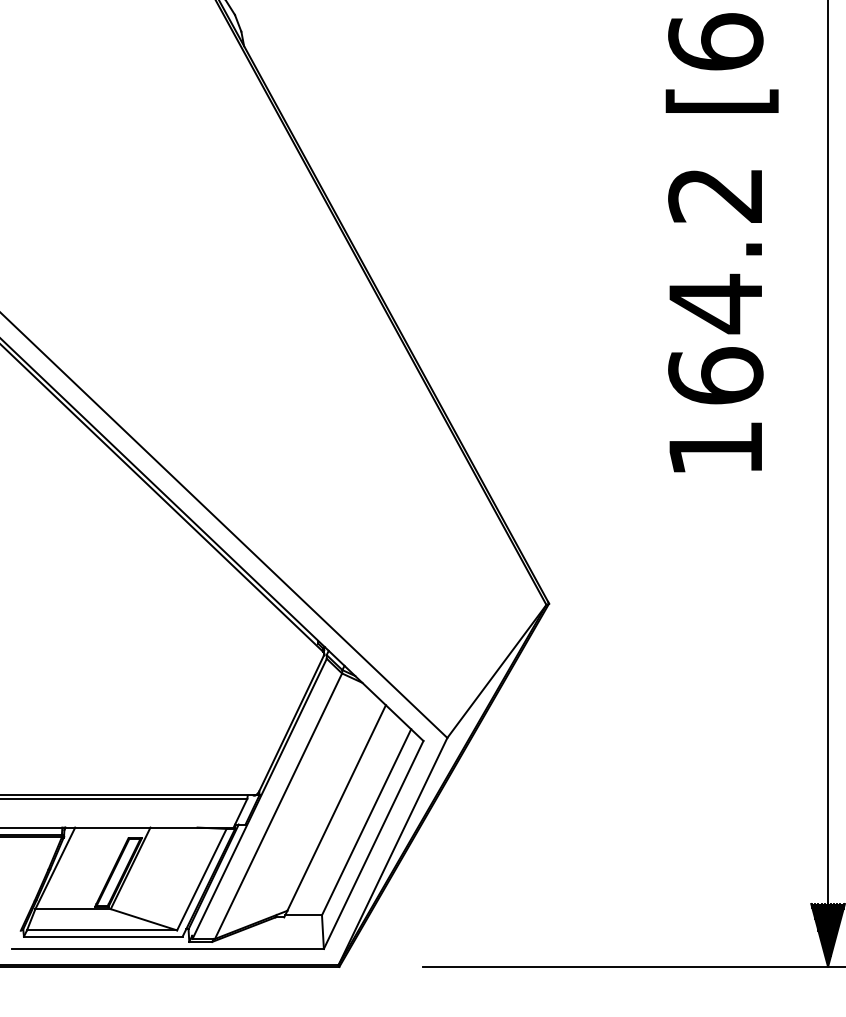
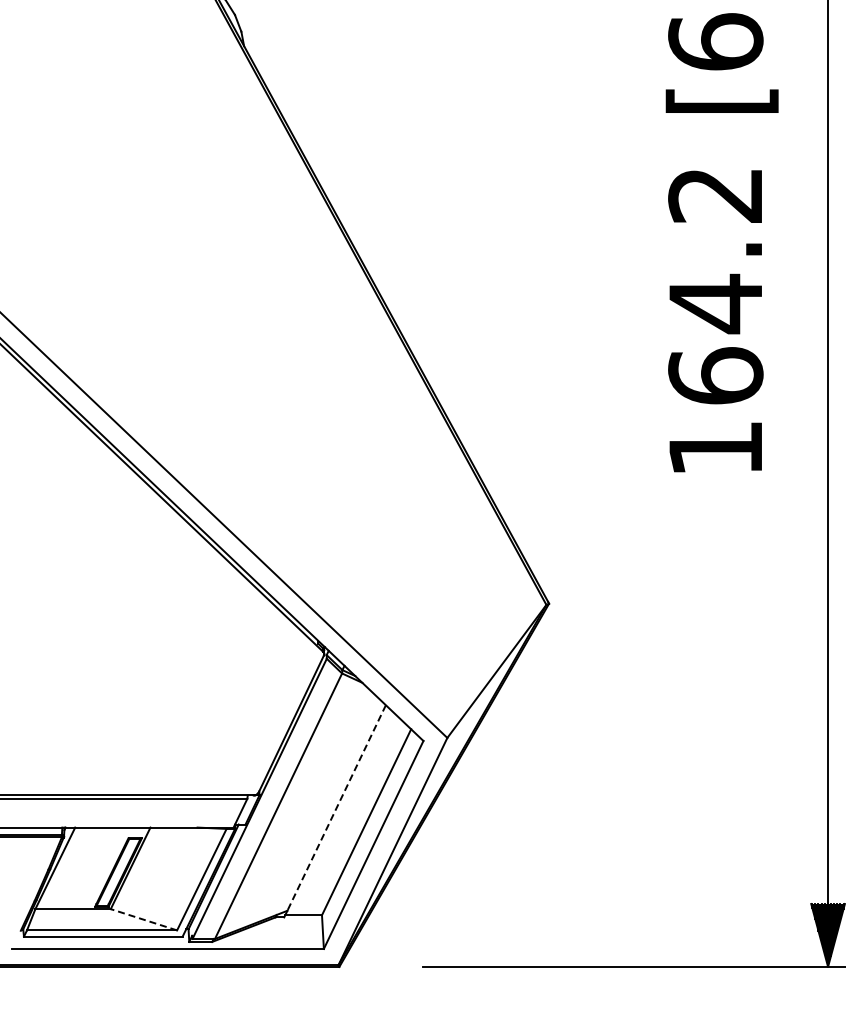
line at (336, 808): solid -> dashed
line at (143, 919): solid -> dashed
